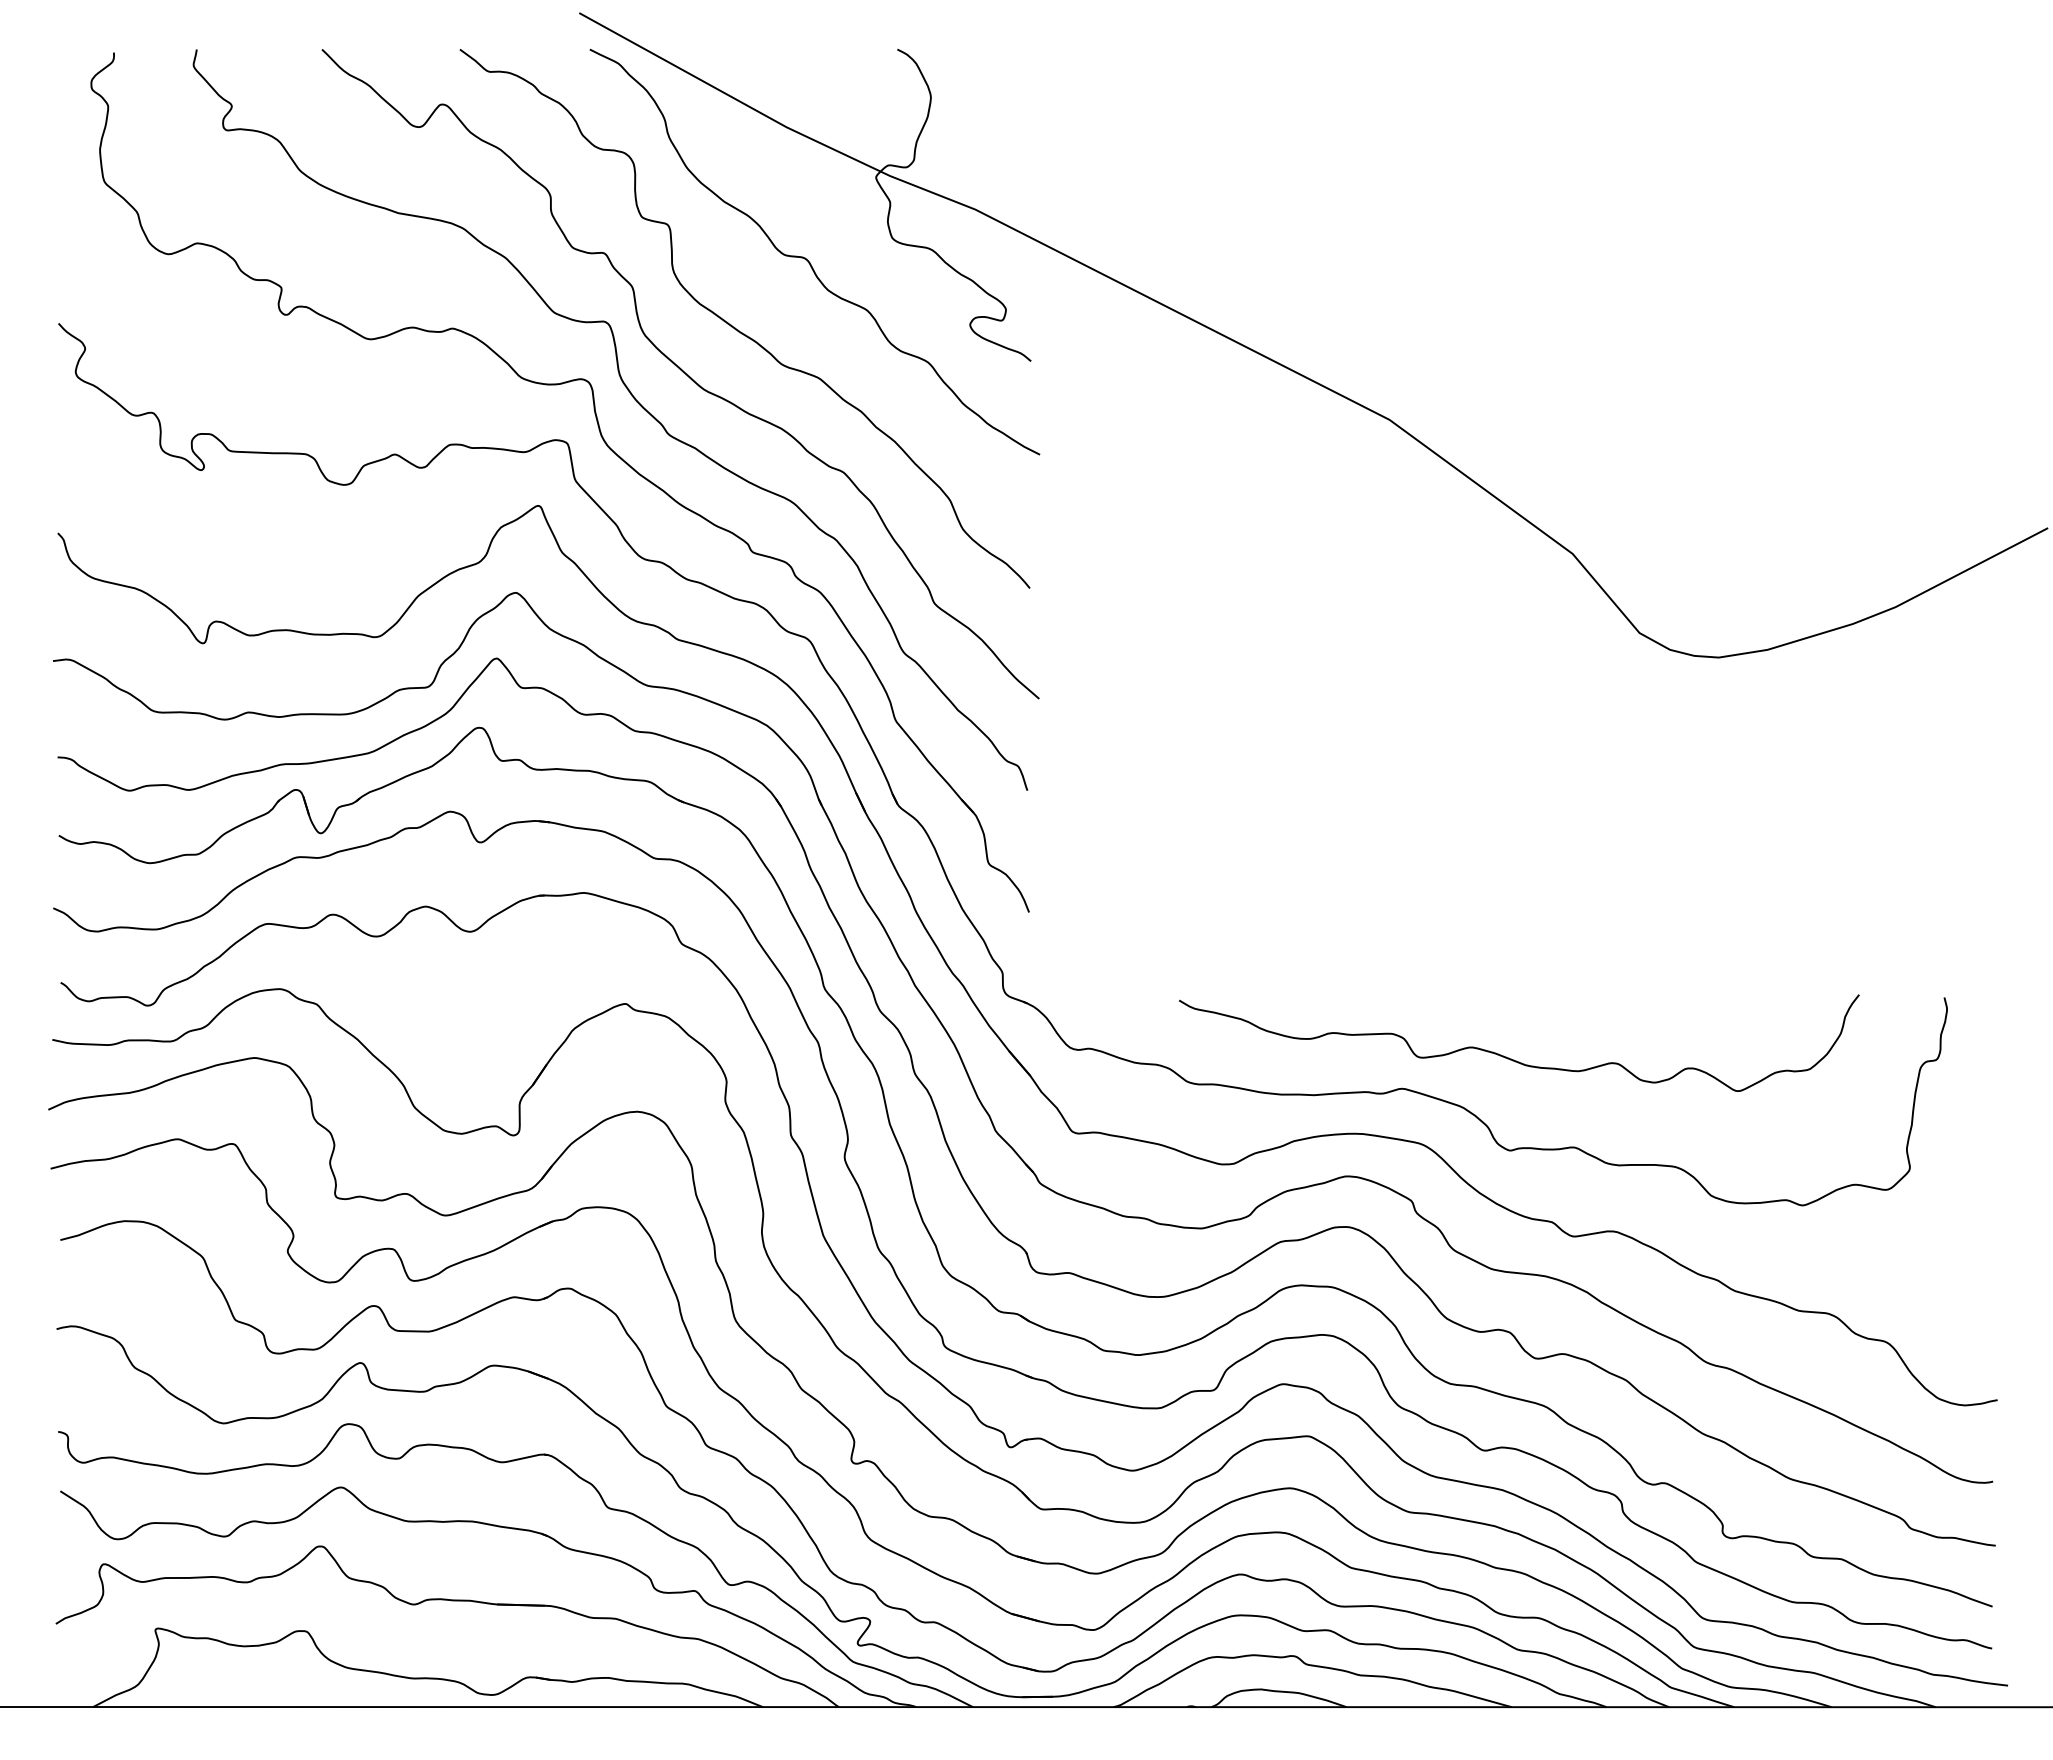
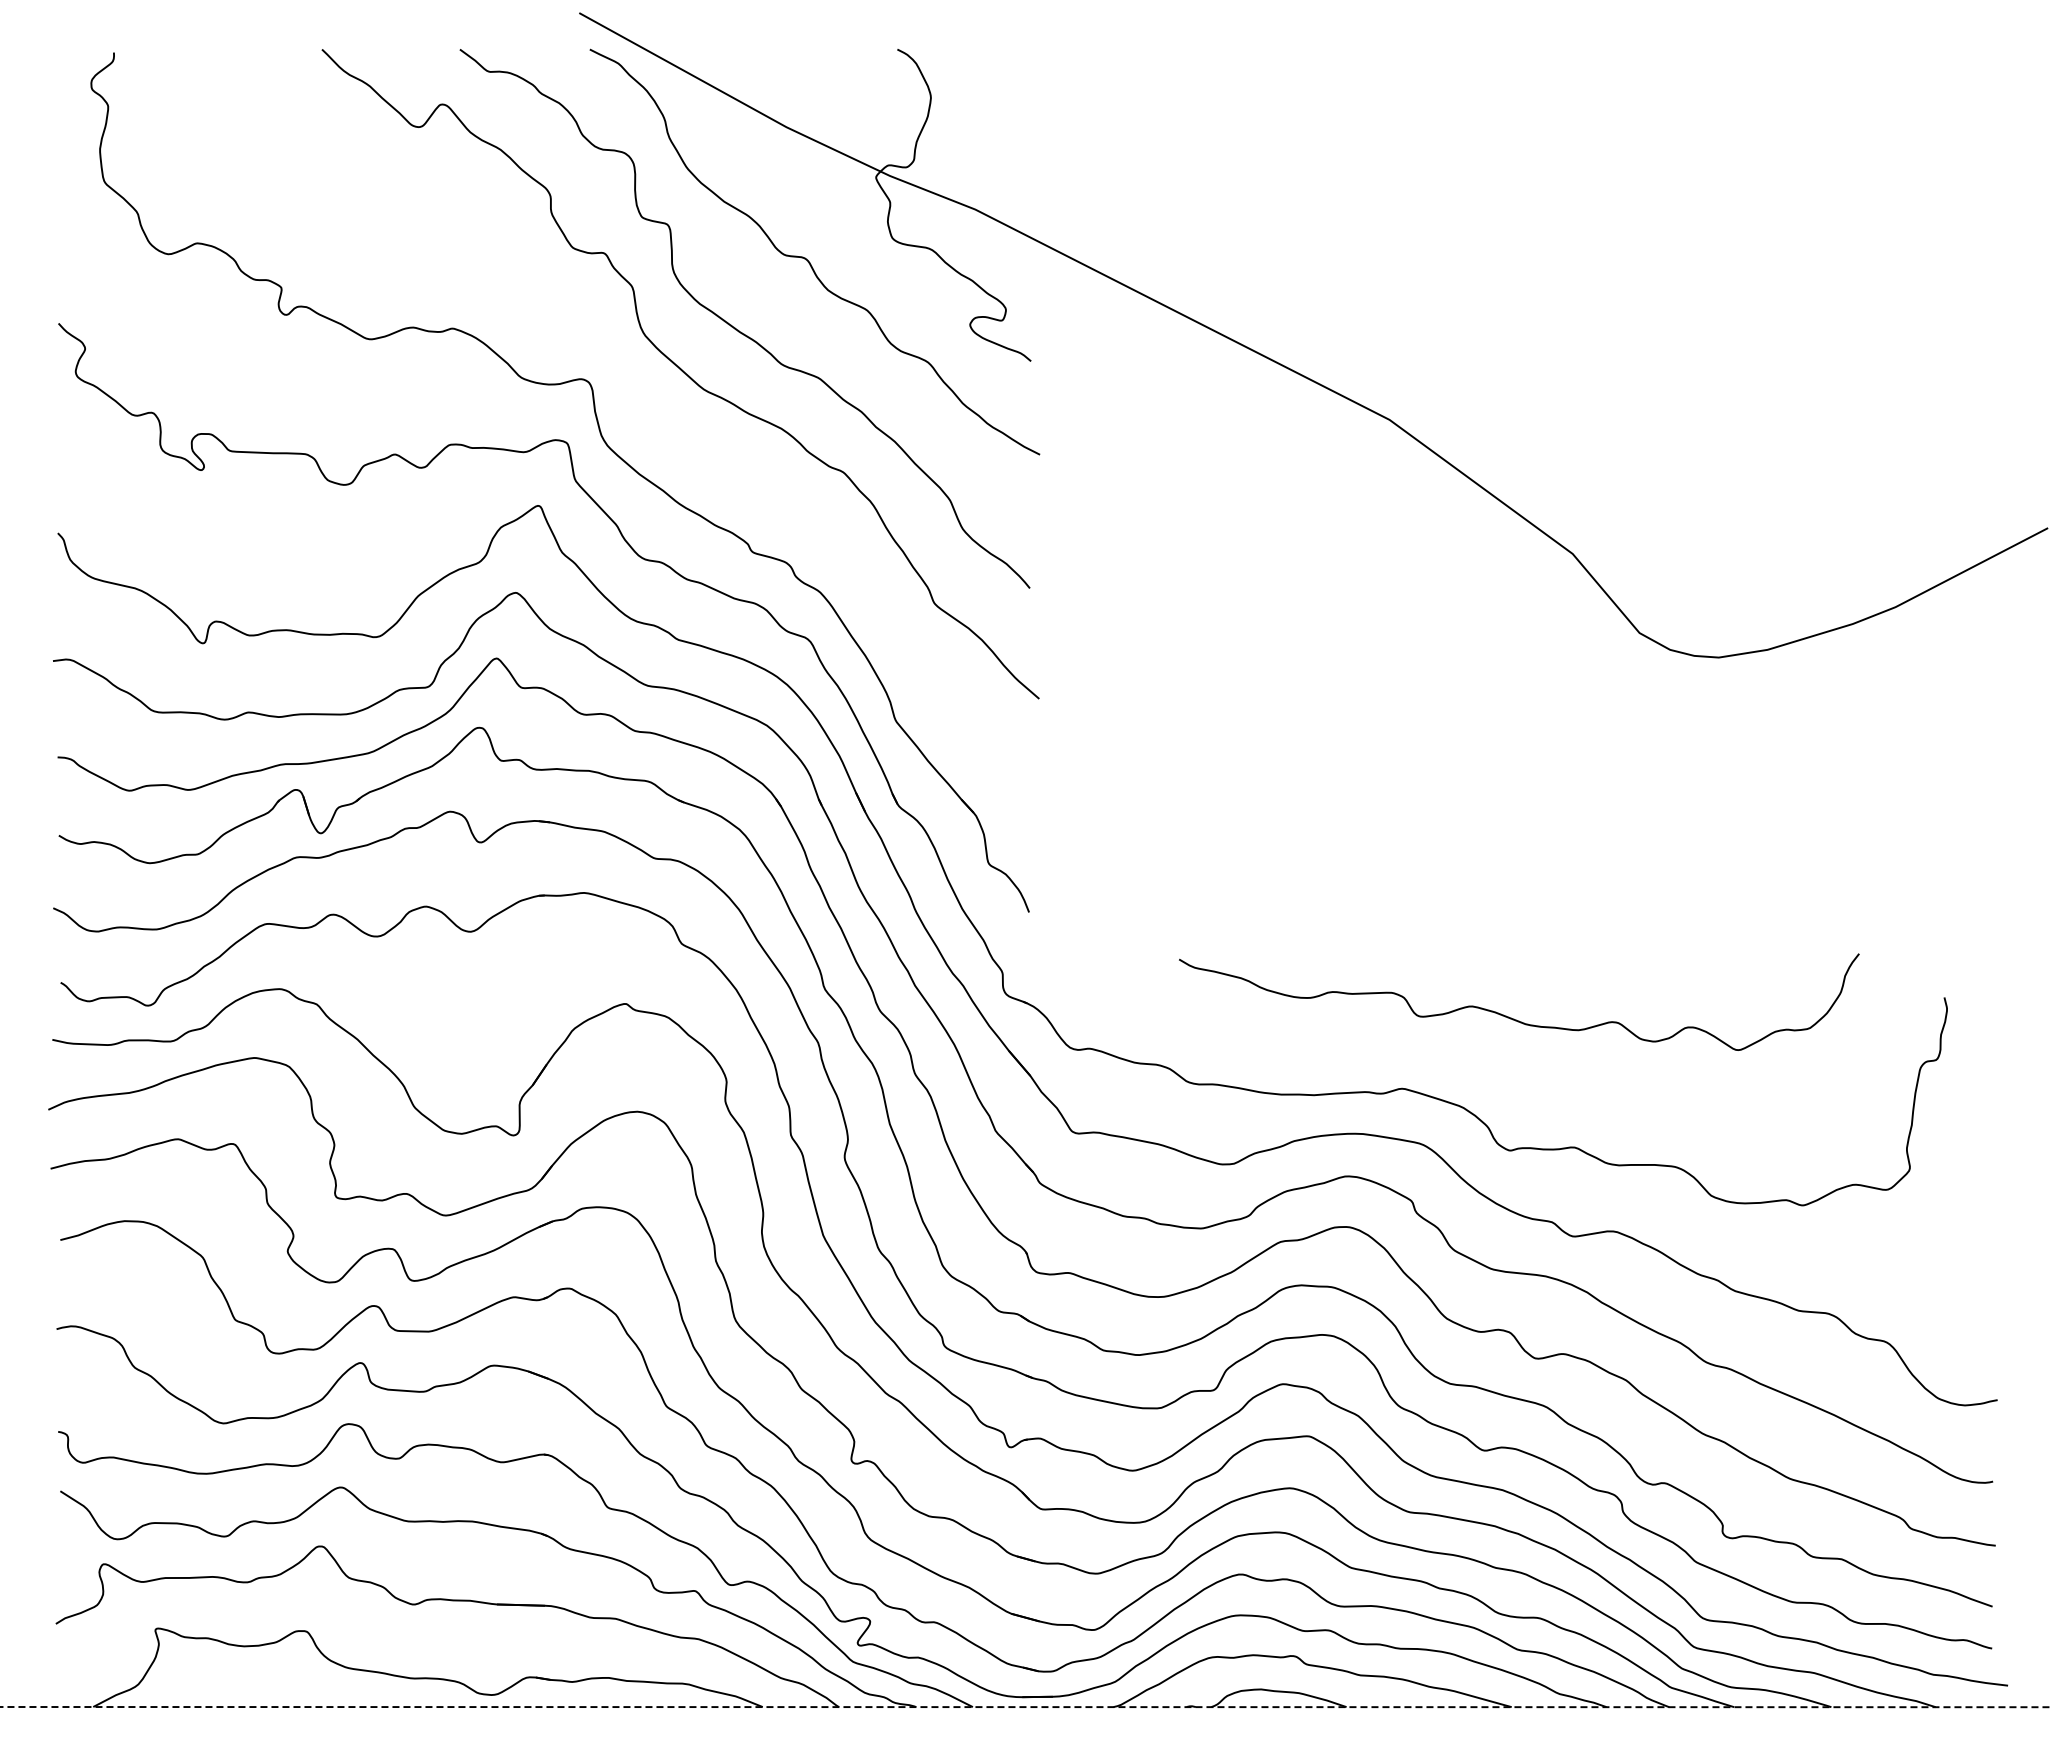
curve at (636, 402): present -> none
curve at (1514, 1059) position: (1514, 1059) -> (1514, 1018)
line at (1026, 1707): solid -> dashed
